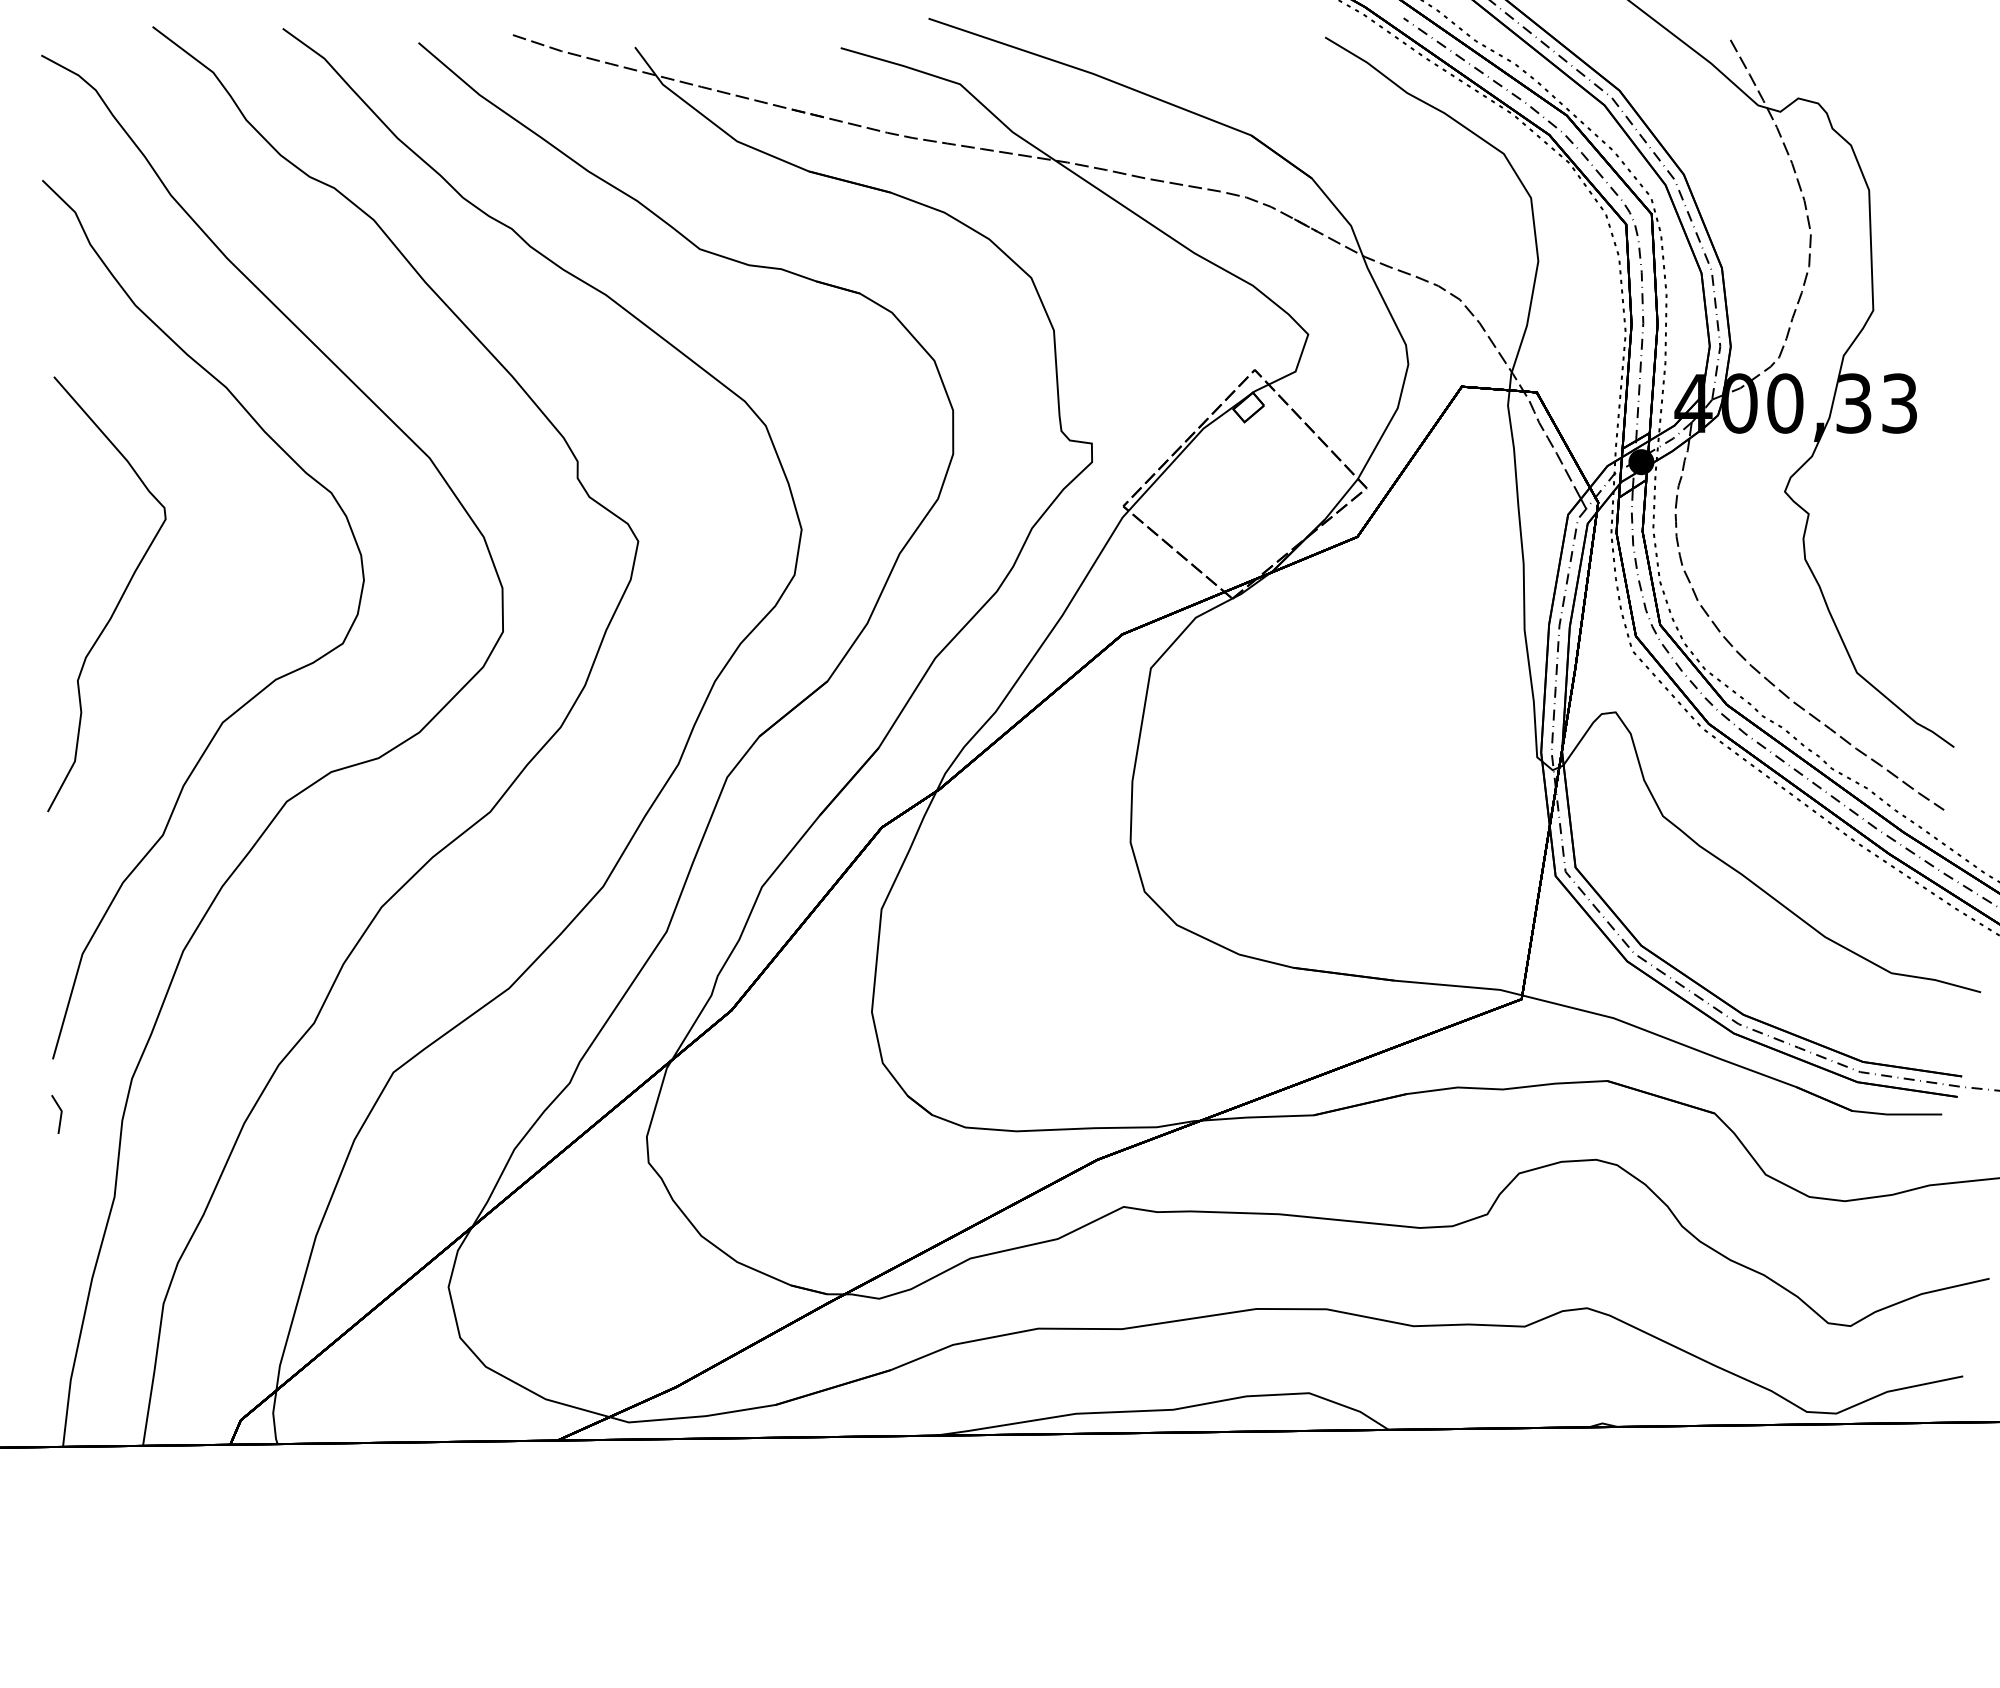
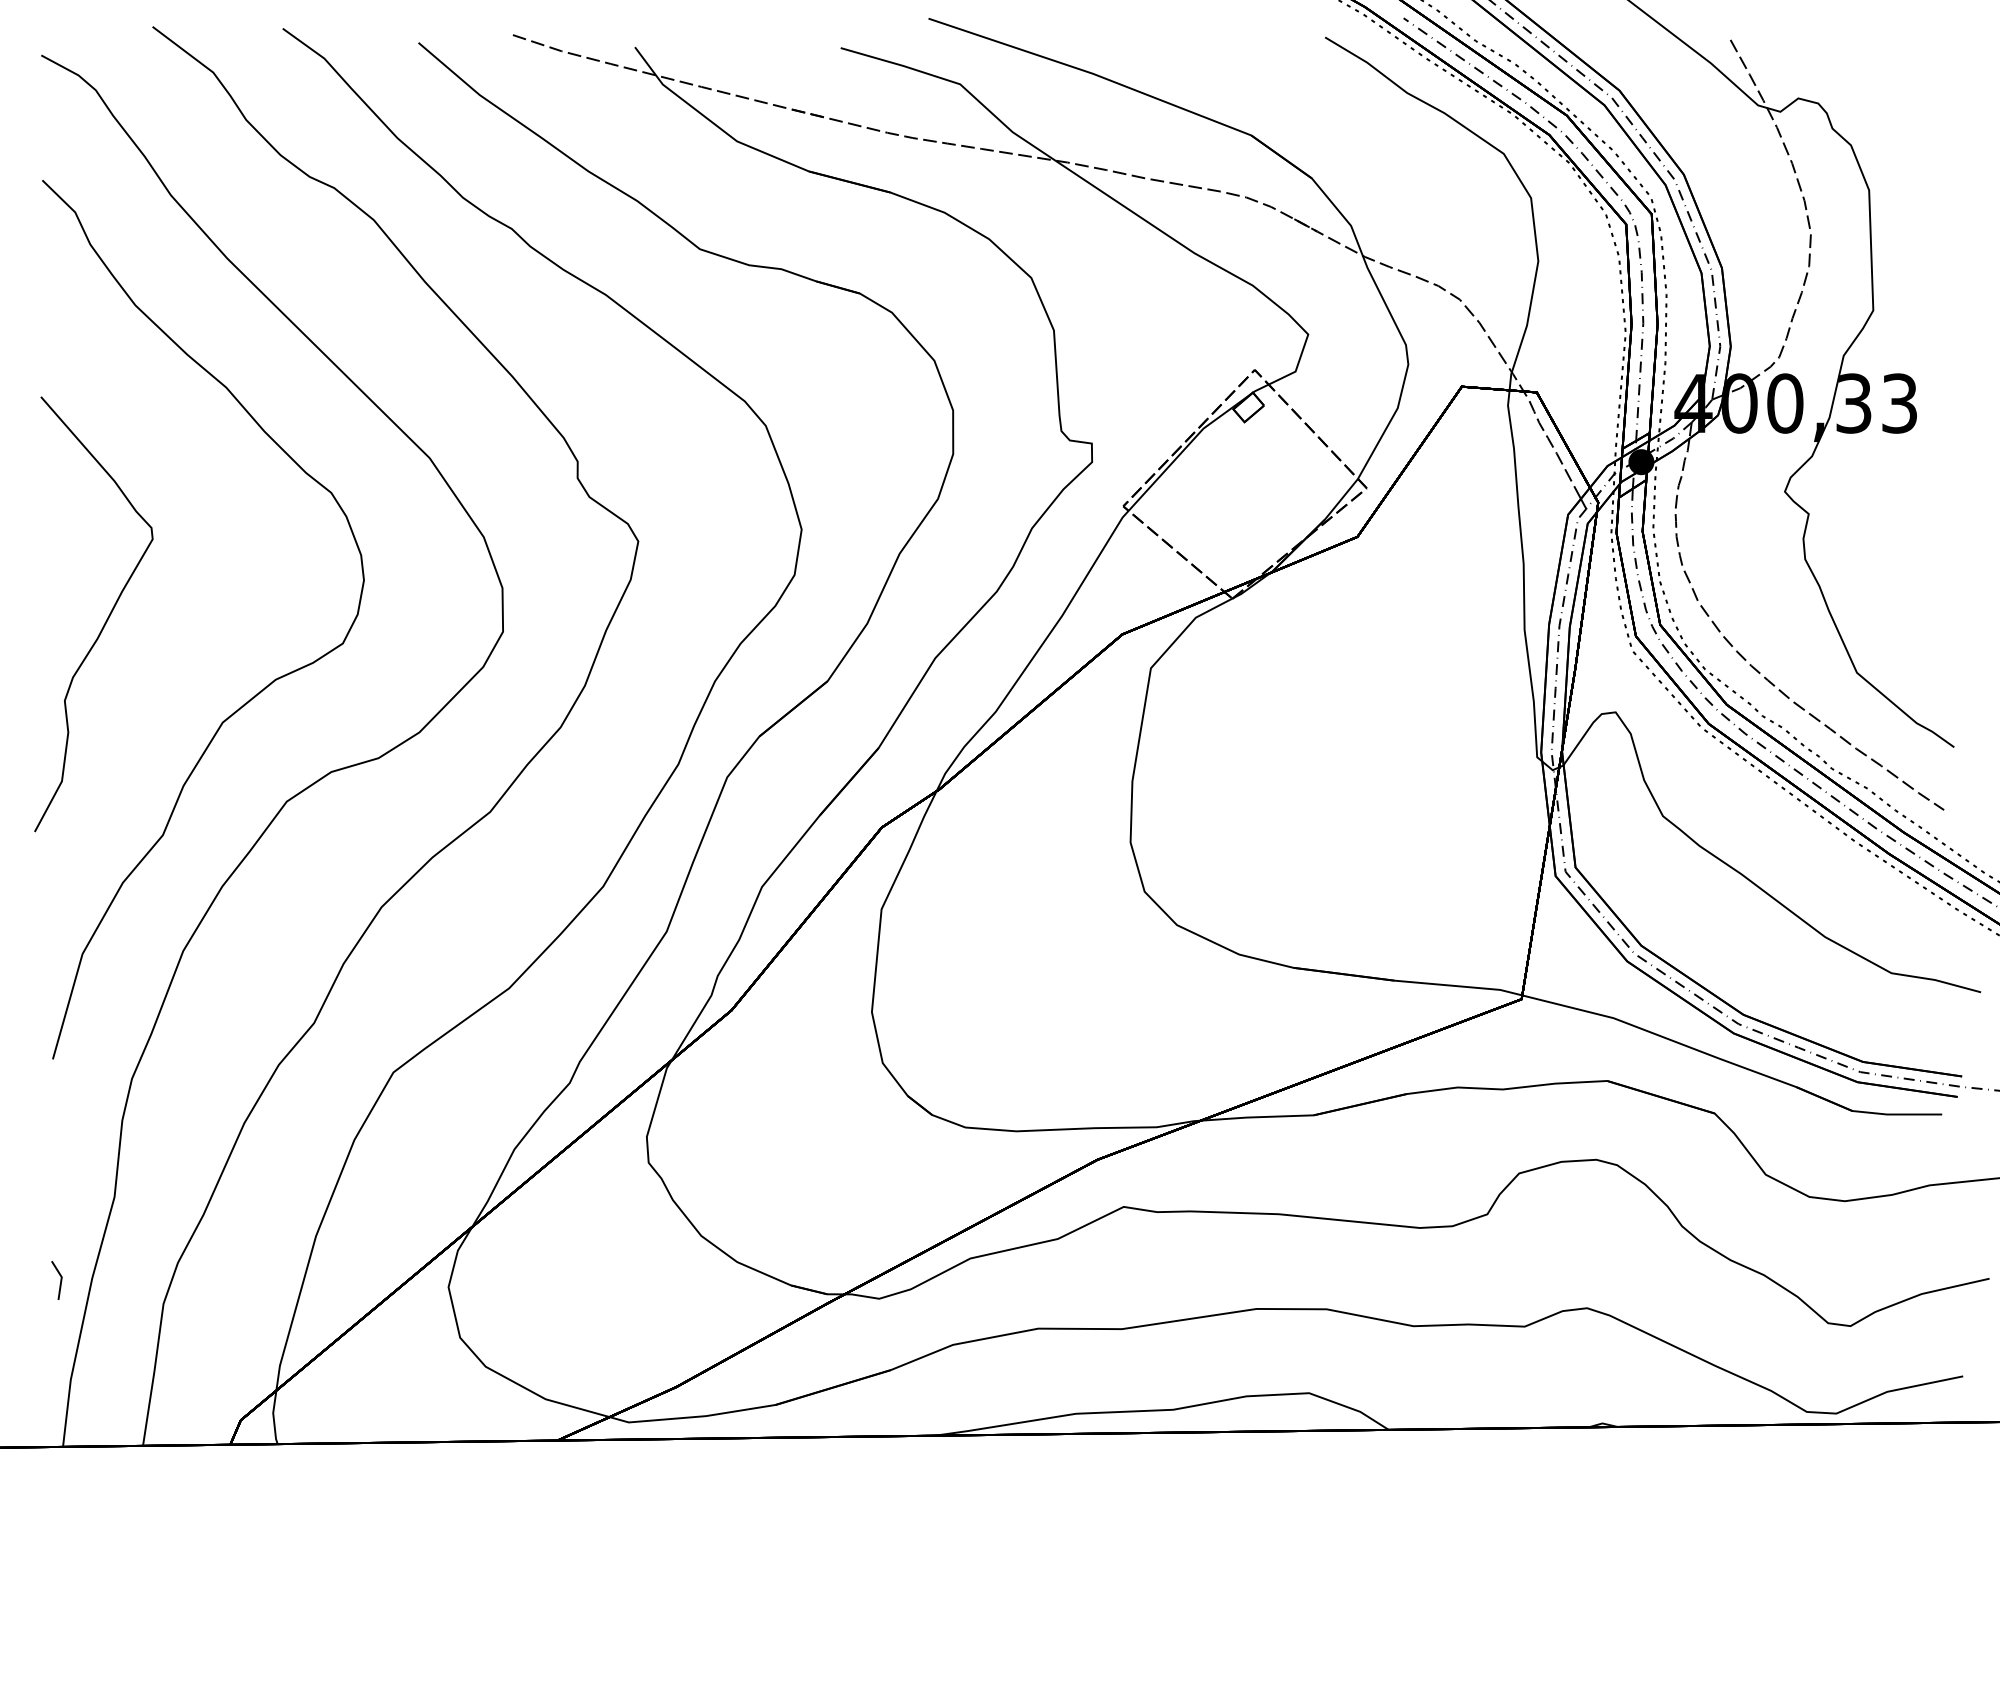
curve at (118, 601) position: (118, 601) -> (105, 621)
line at (60, 1114) position: (60, 1114) -> (60, 1280)
